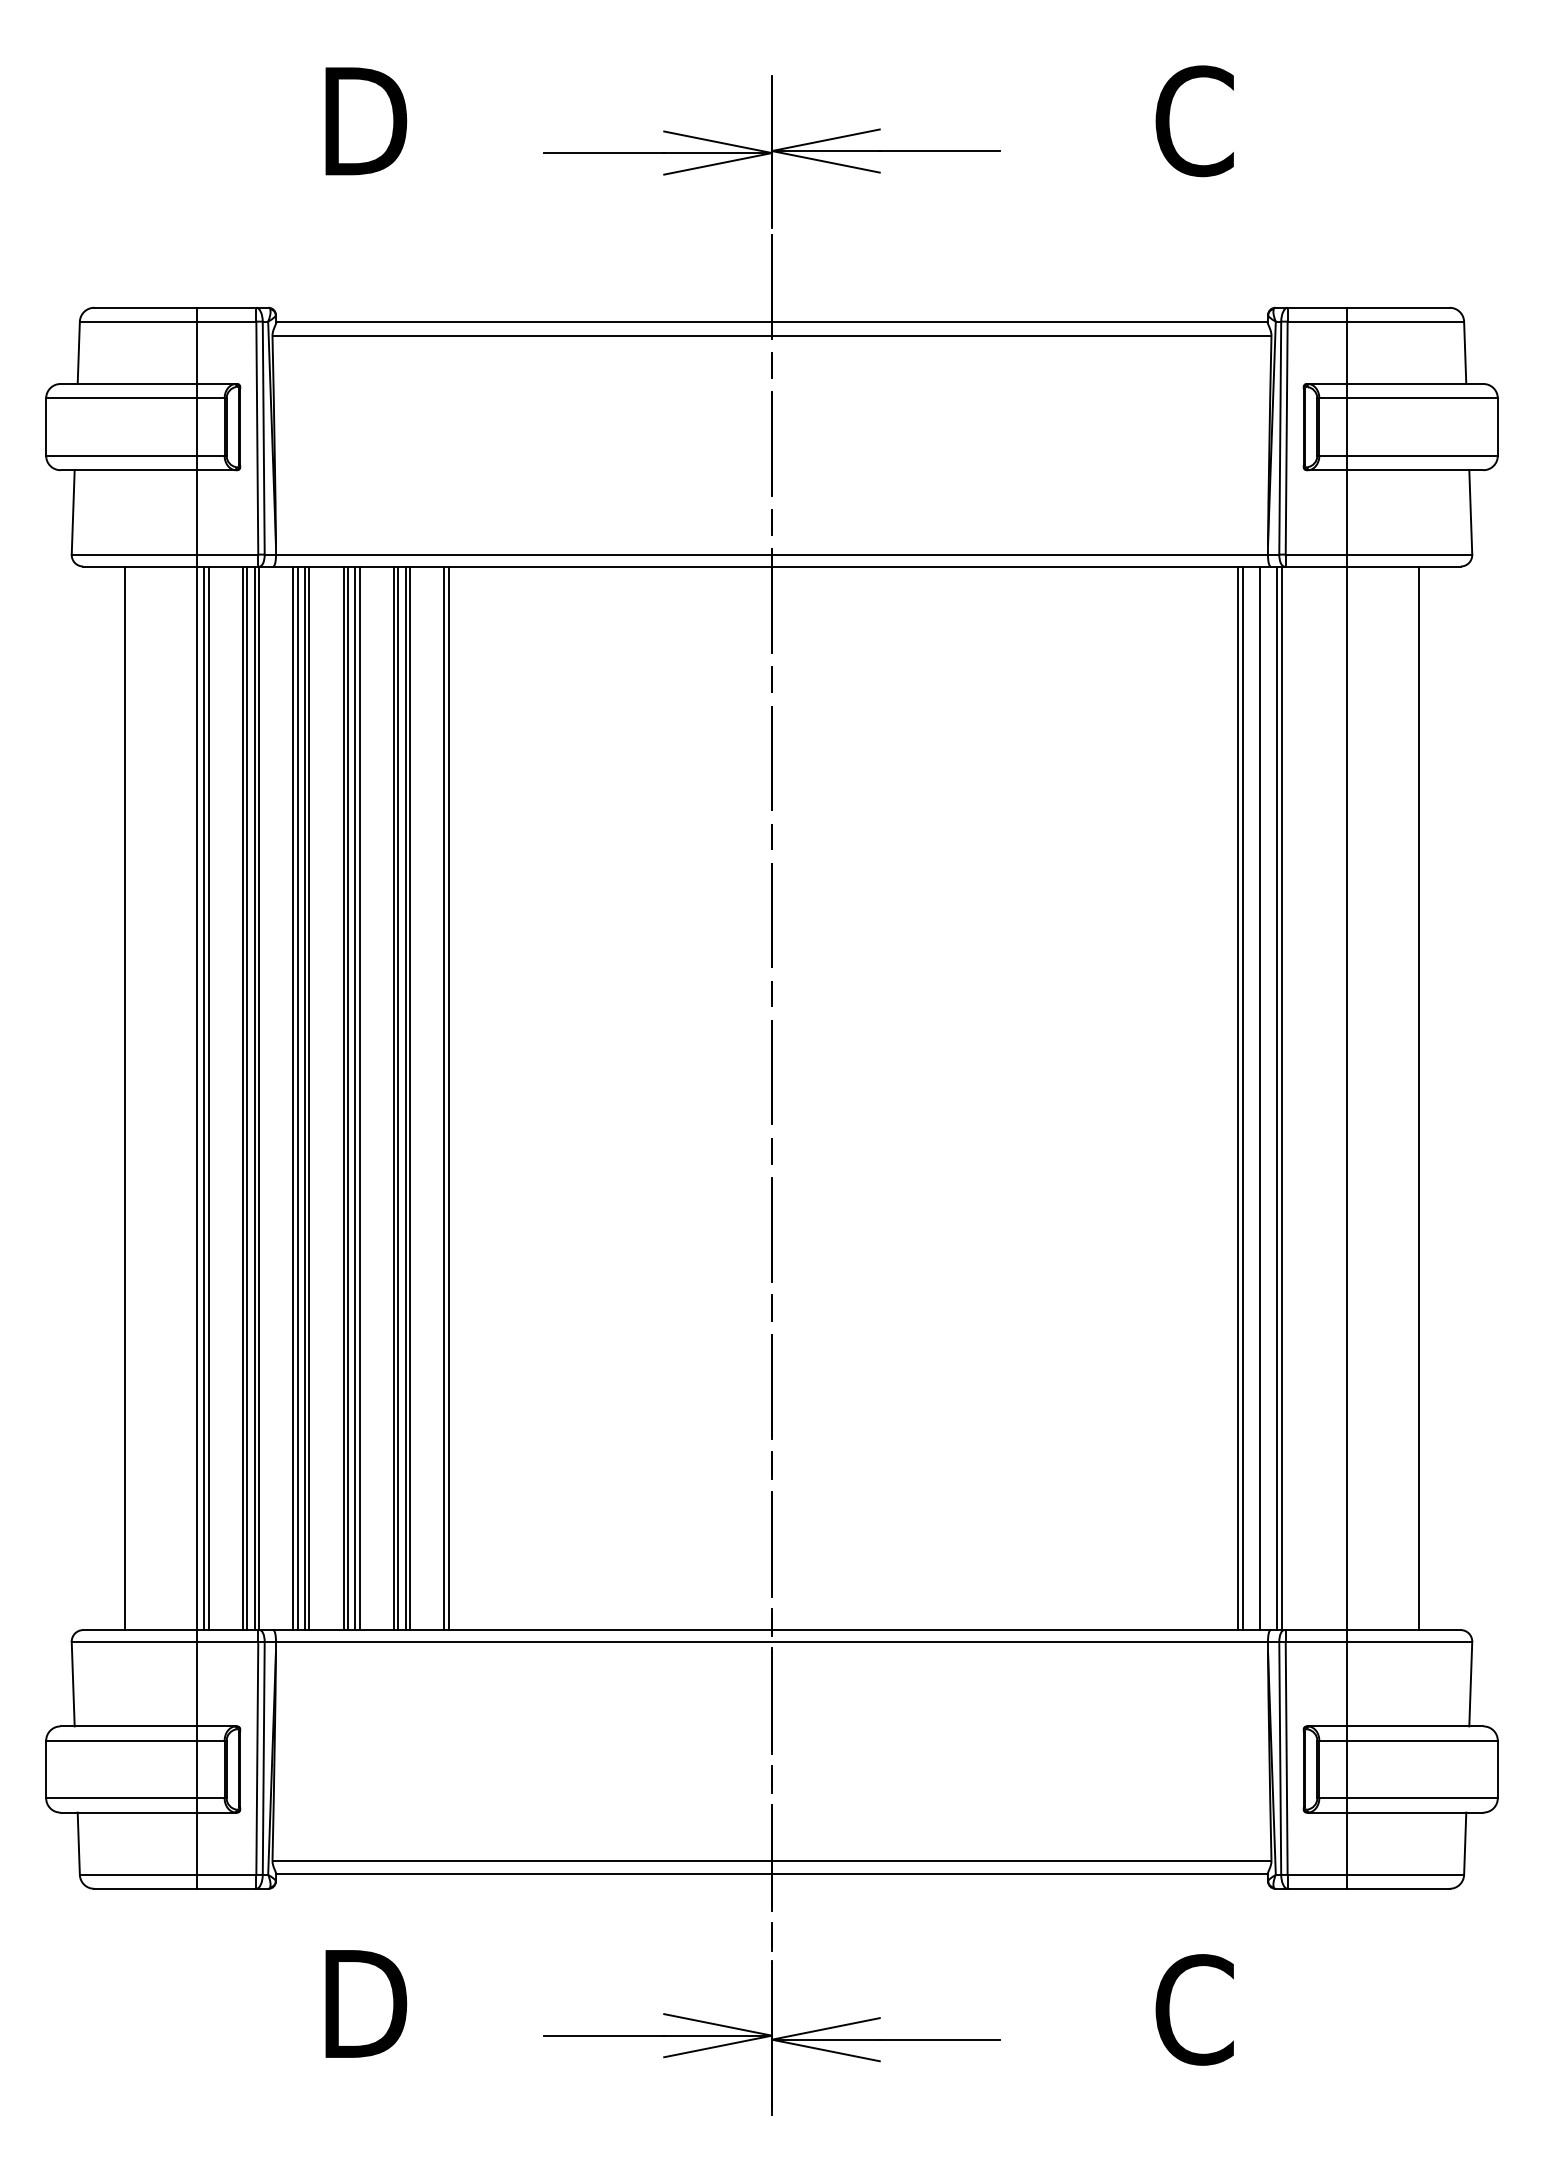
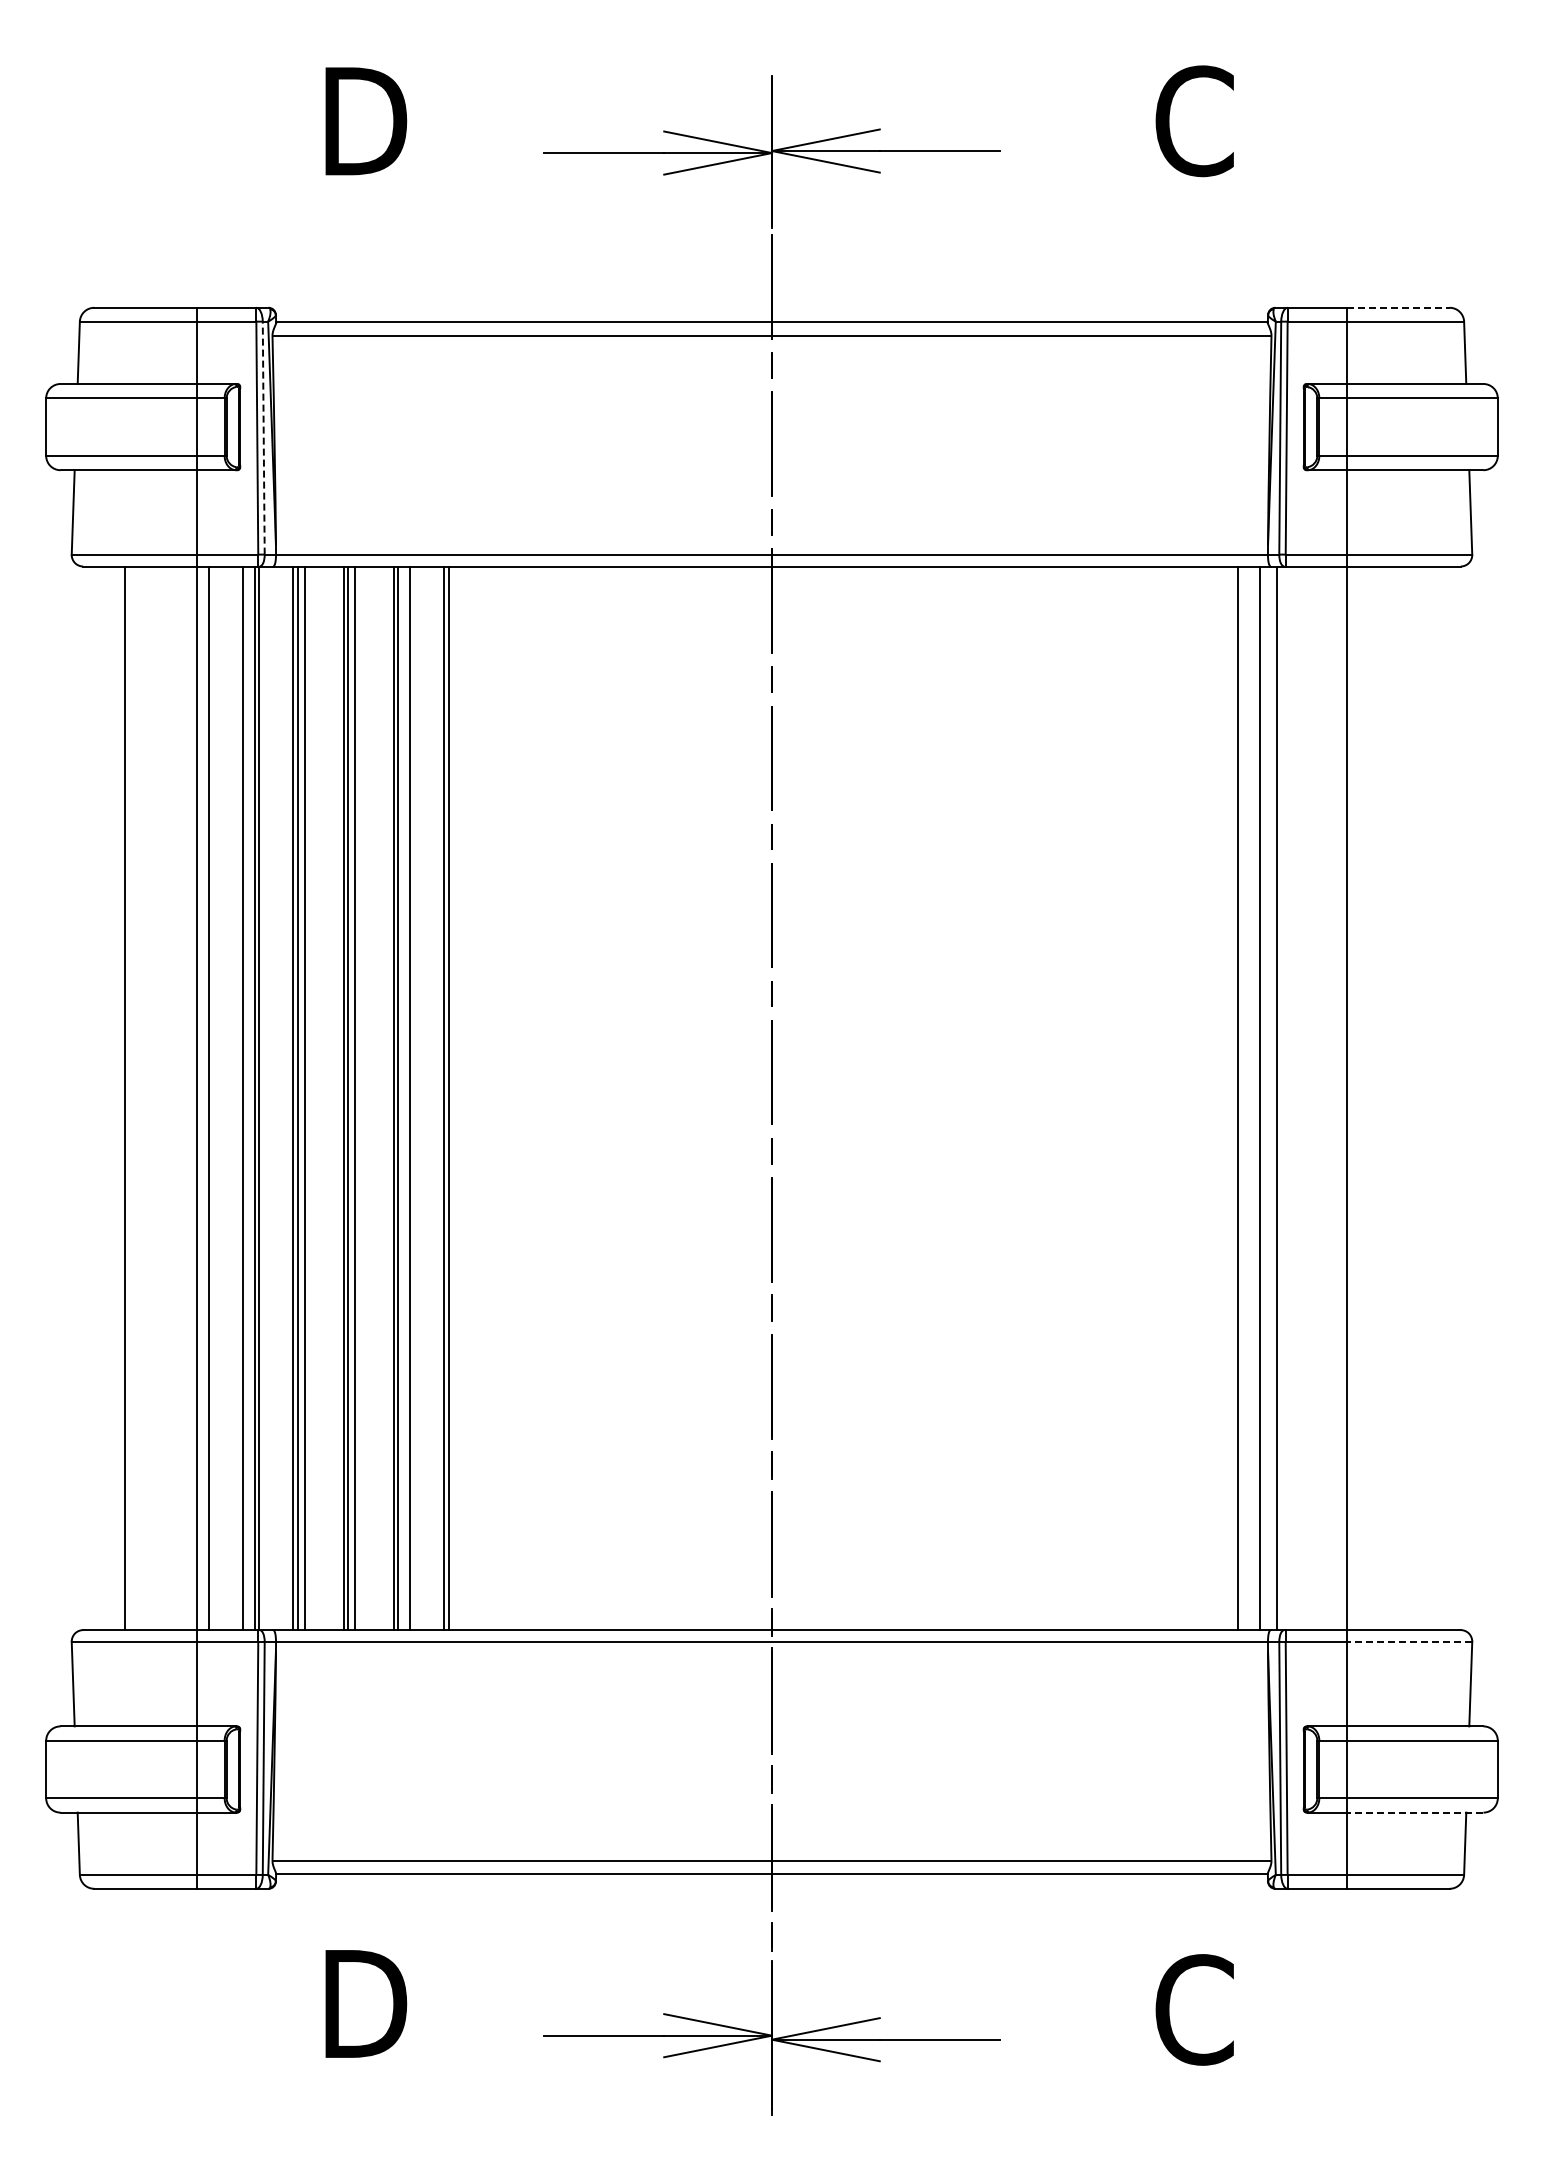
line at (1398, 307): solid -> dashed
line at (263, 437): solid -> dashed
line at (204, 1098): present -> none
line at (247, 1098): present -> none
line at (309, 1098): present -> none
line at (359, 1098): present -> none
line at (405, 1098): present -> none
line at (1242, 1098): present -> none
line at (1281, 1098): present -> none
line at (1418, 1098): present -> none
line at (1409, 1641): solid -> dashed
line at (1414, 1812): solid -> dashed
